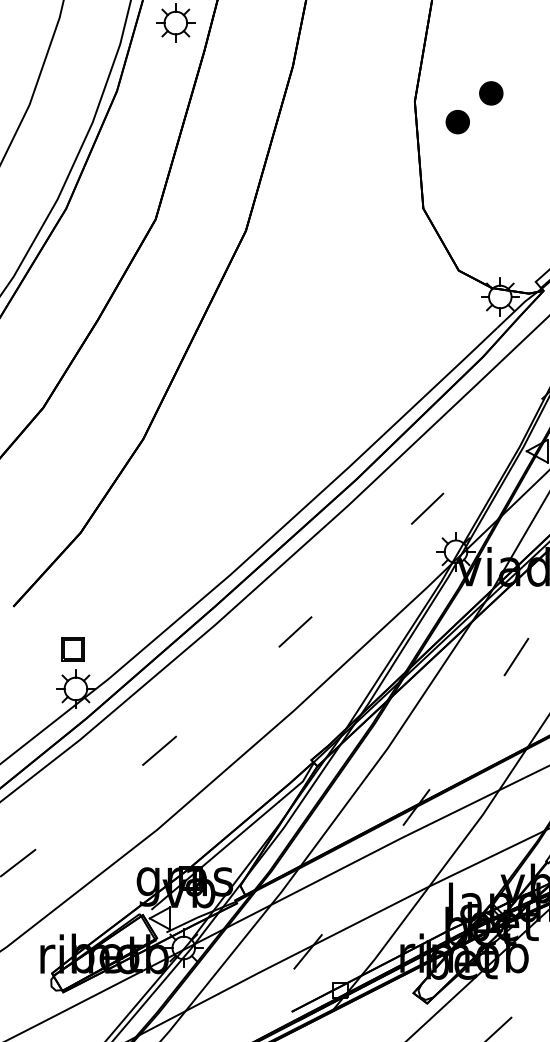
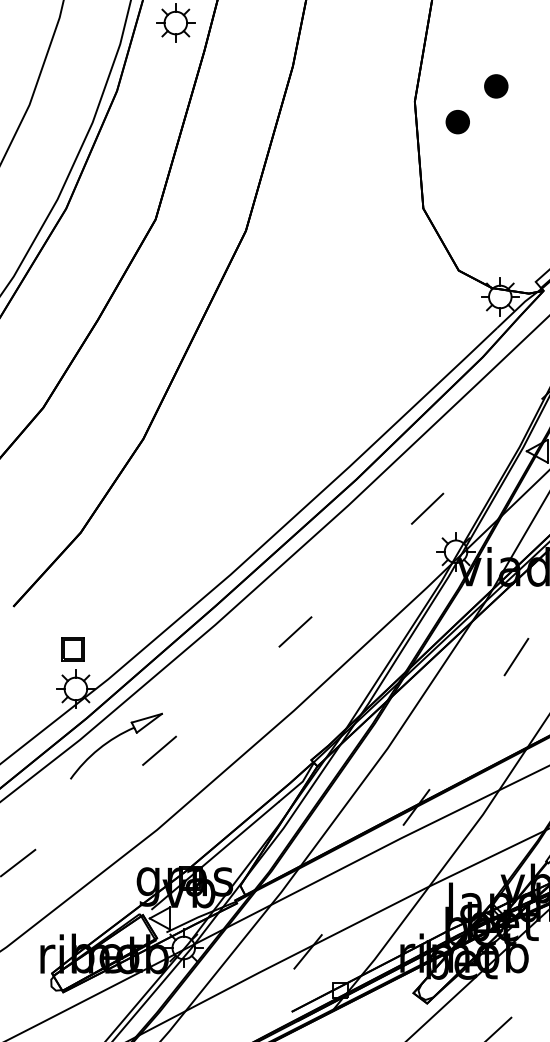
part at (491, 93) position: (491, 93) -> (496, 86)
part at (114, 739): none -> present
